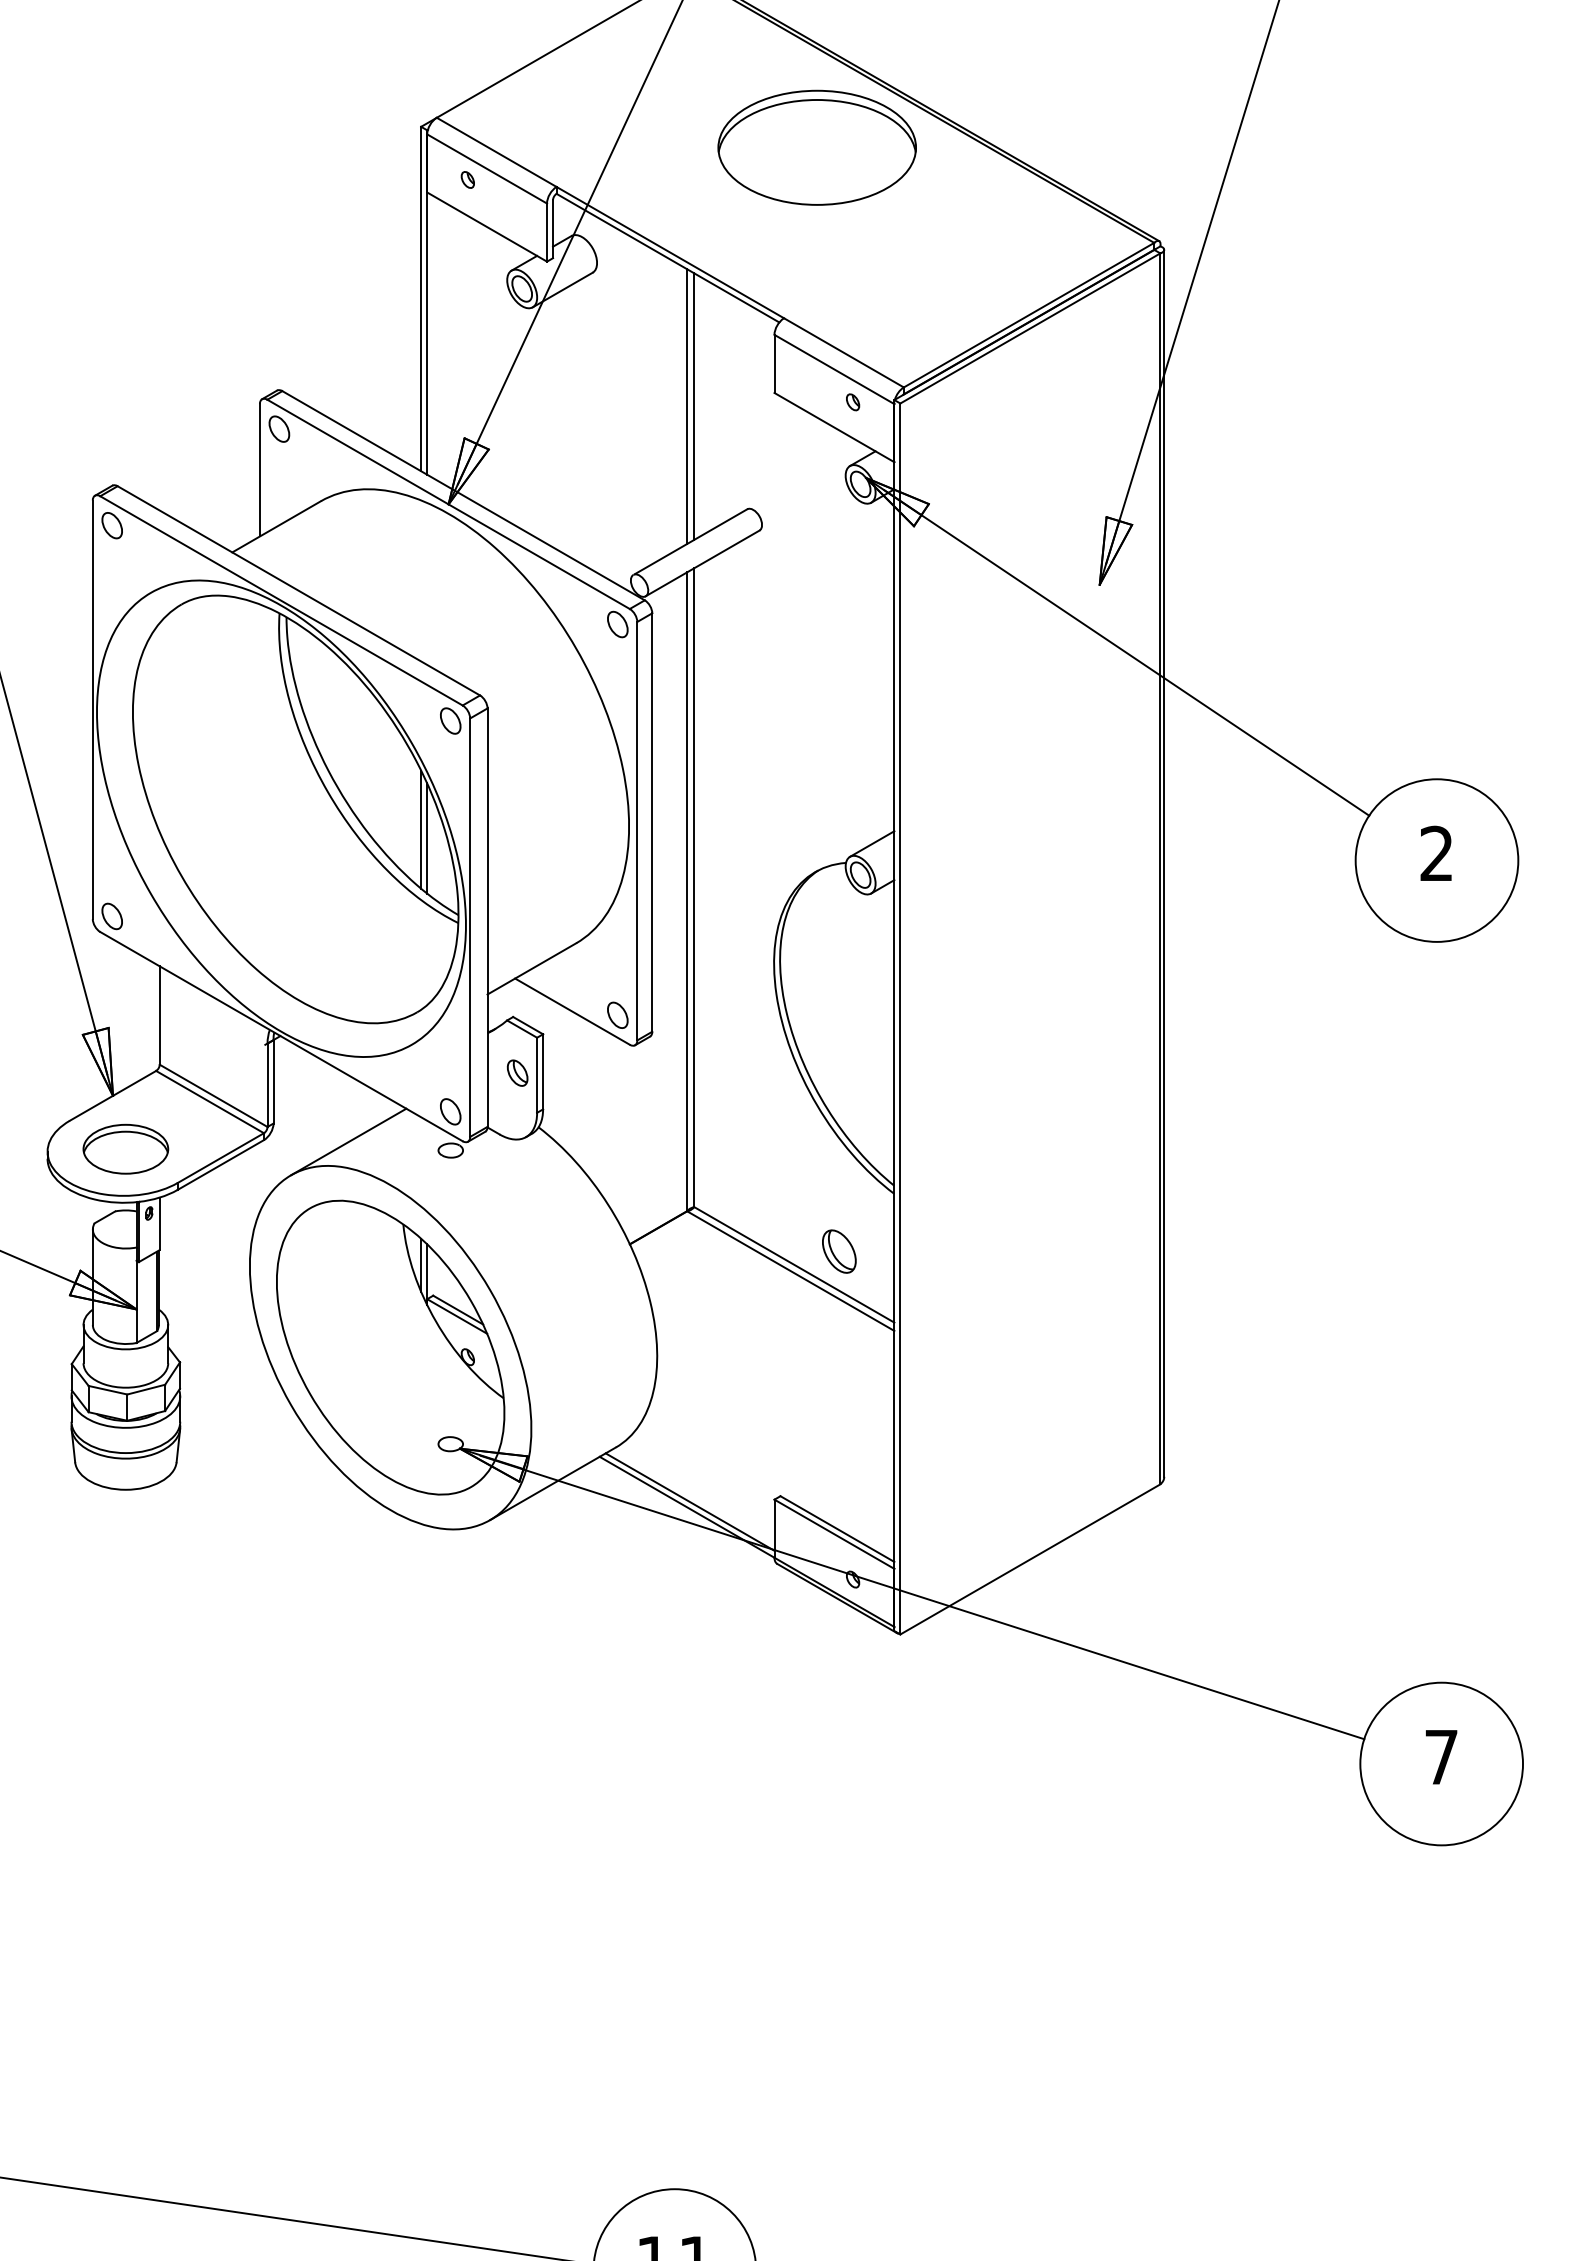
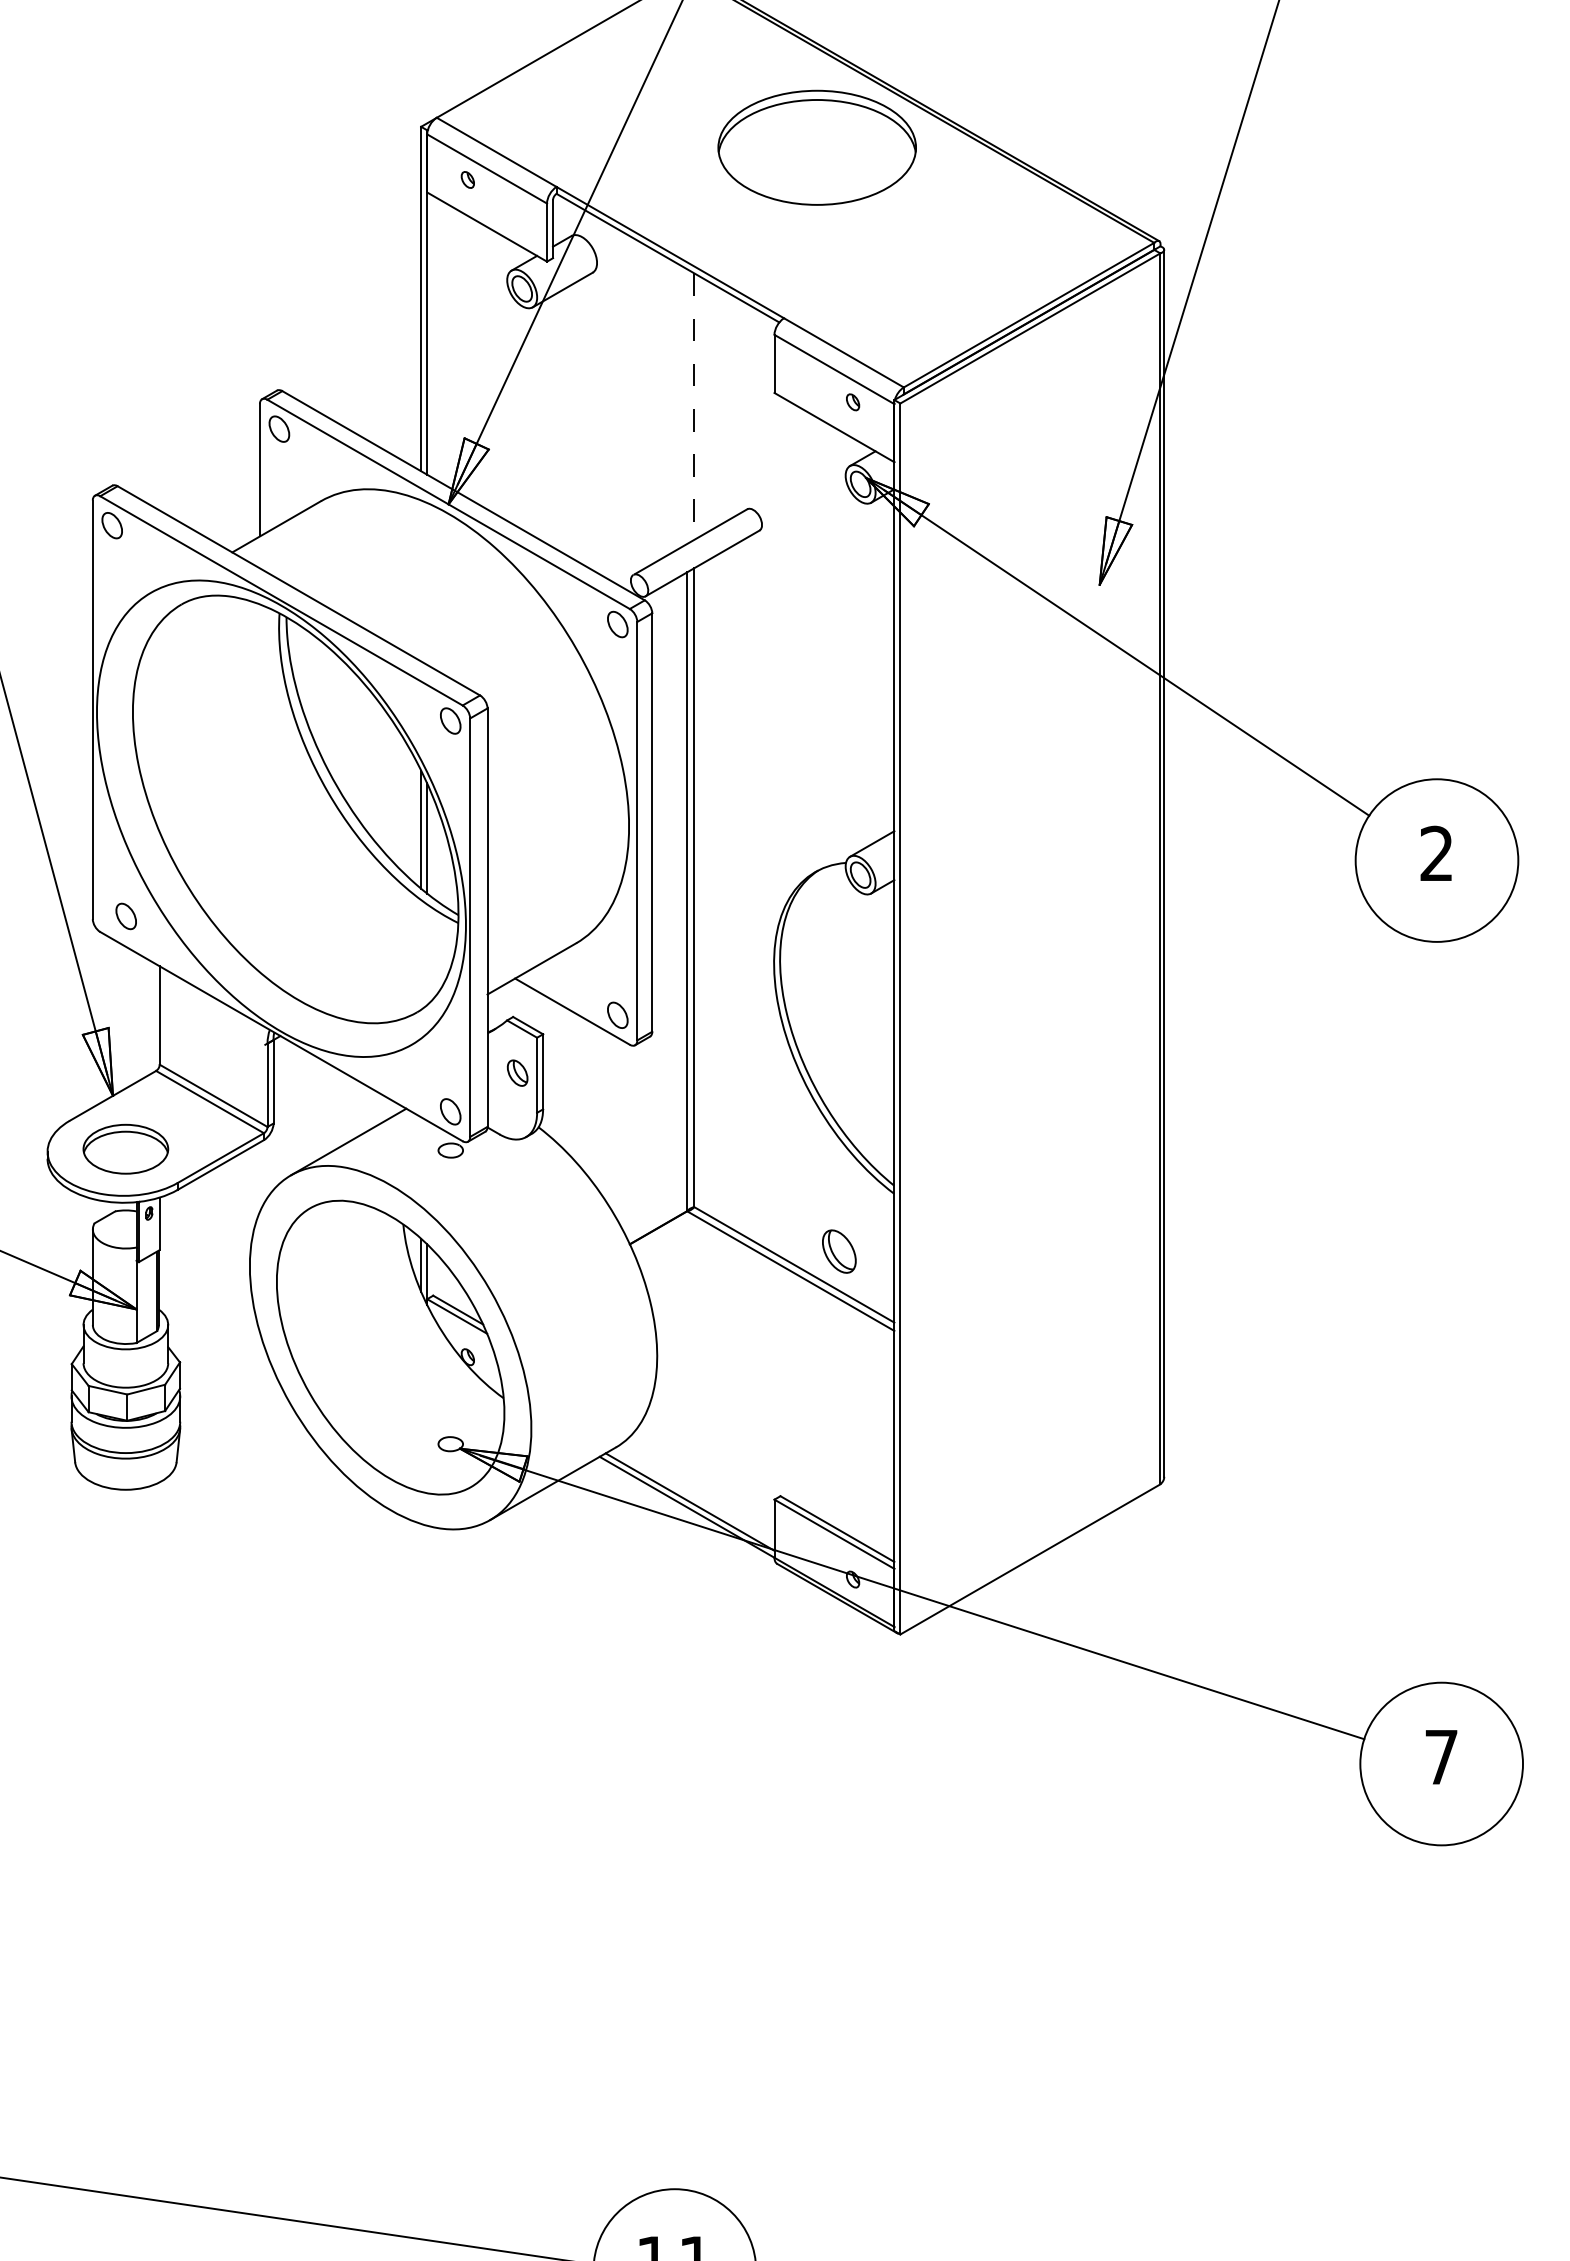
line at (687, 406): present -> none
line at (694, 407): solid -> dashed
part at (111, 916) position: (111, 916) -> (125, 916)
